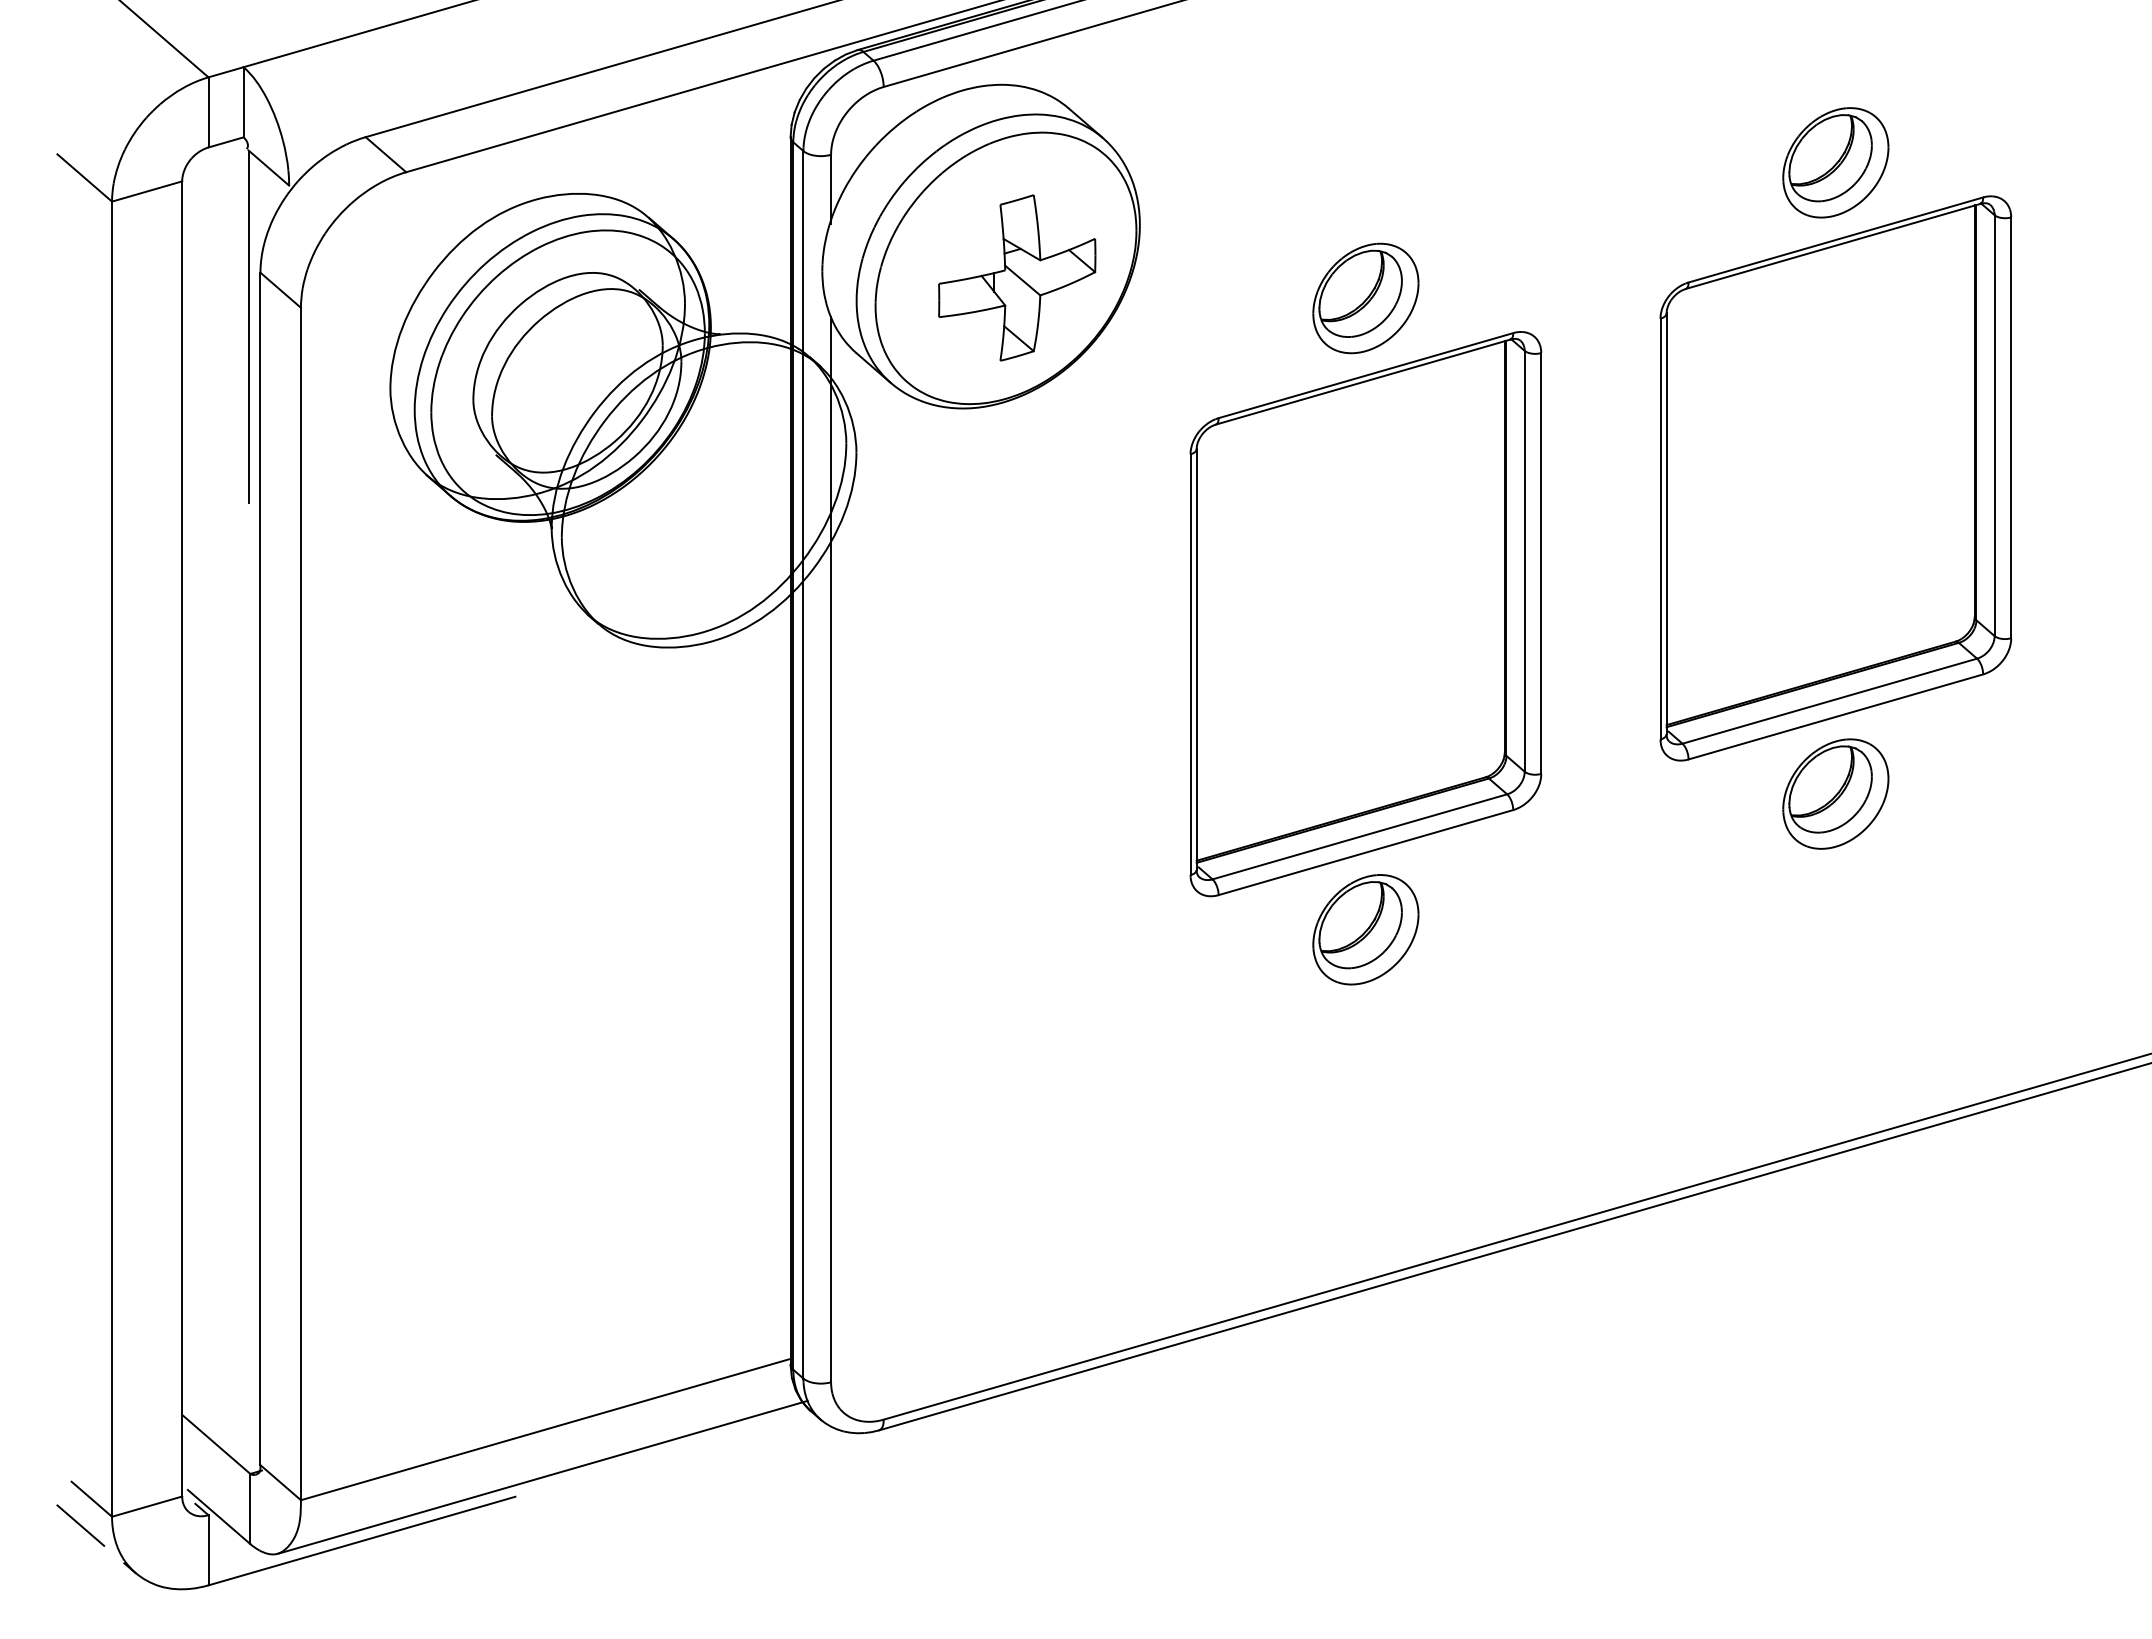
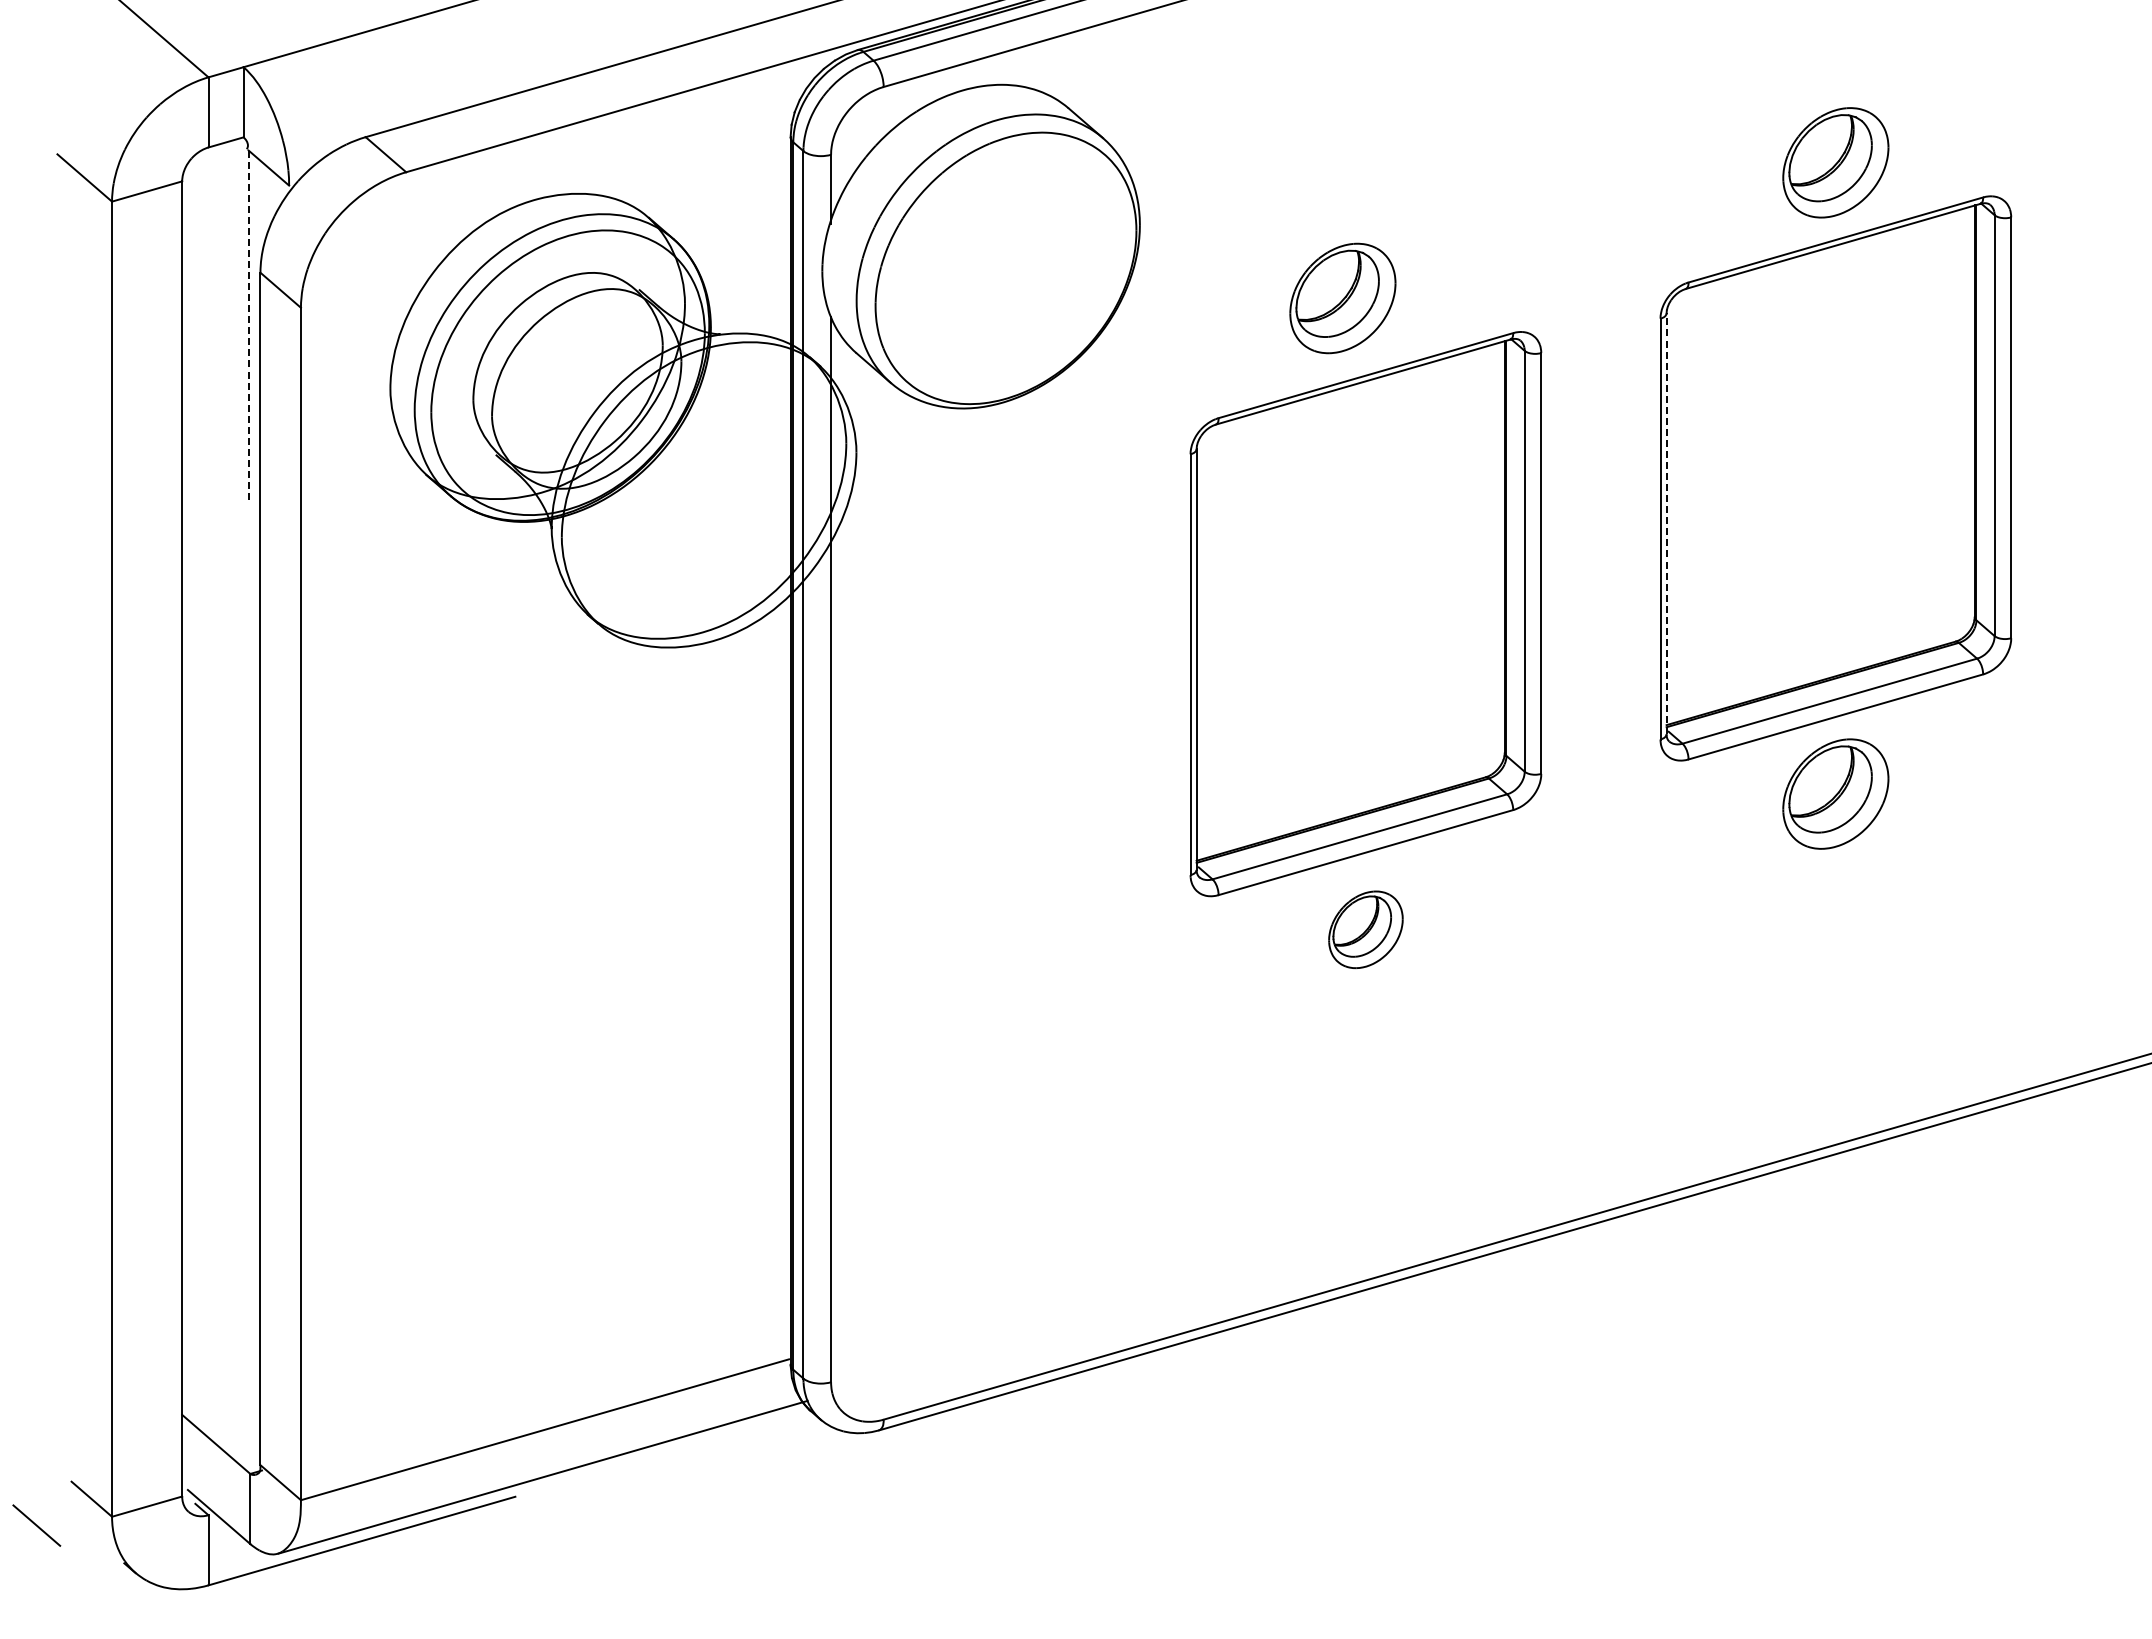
part at (1017, 277): present -> none
part at (1365, 298) position: (1365, 298) -> (1342, 298)
line at (248, 327): solid -> dashed
line at (1666, 523): solid -> dashed
part at (1365, 929) size: 108x112 px -> 76x80 px
line at (80, 1525) position: (80, 1525) -> (36, 1525)
